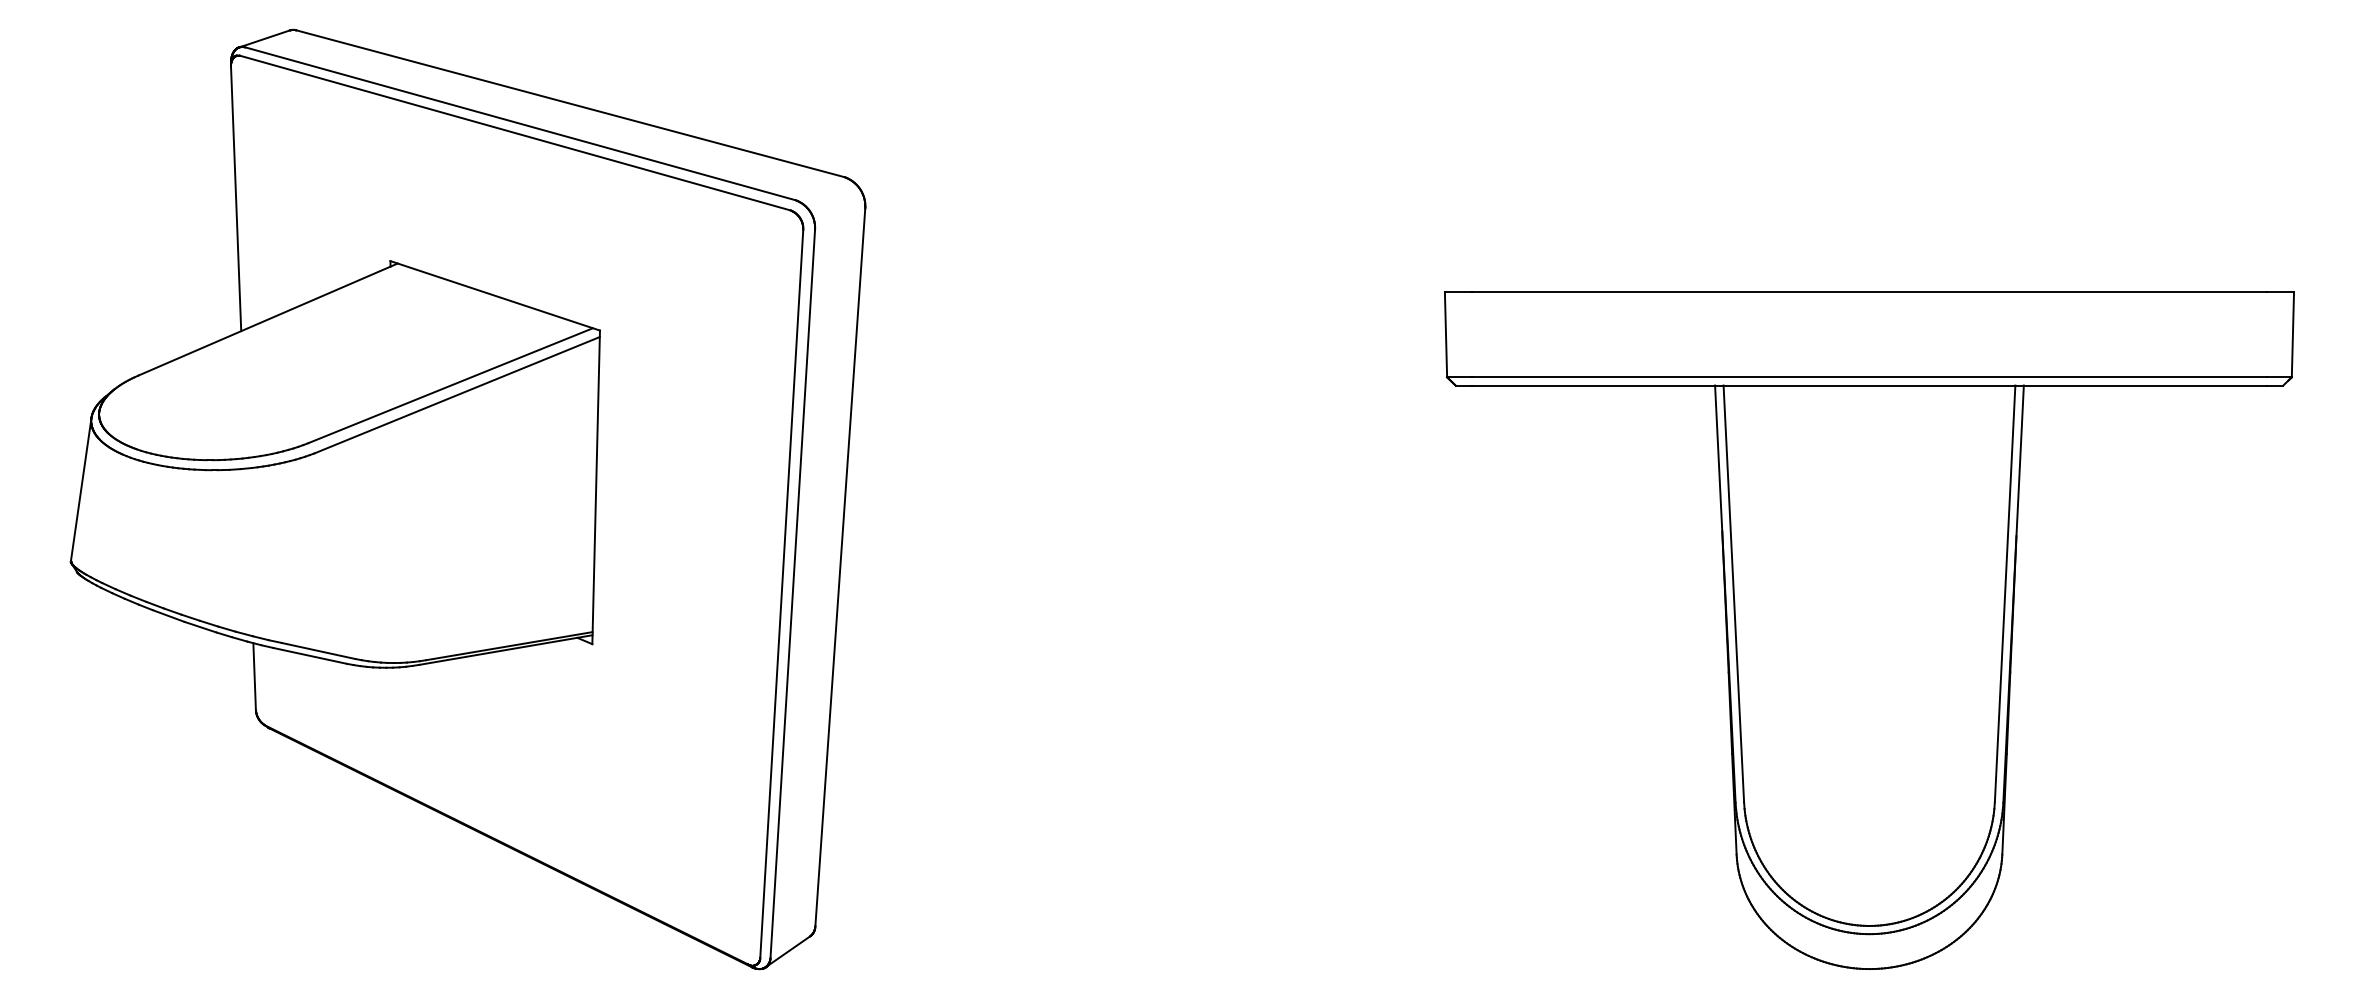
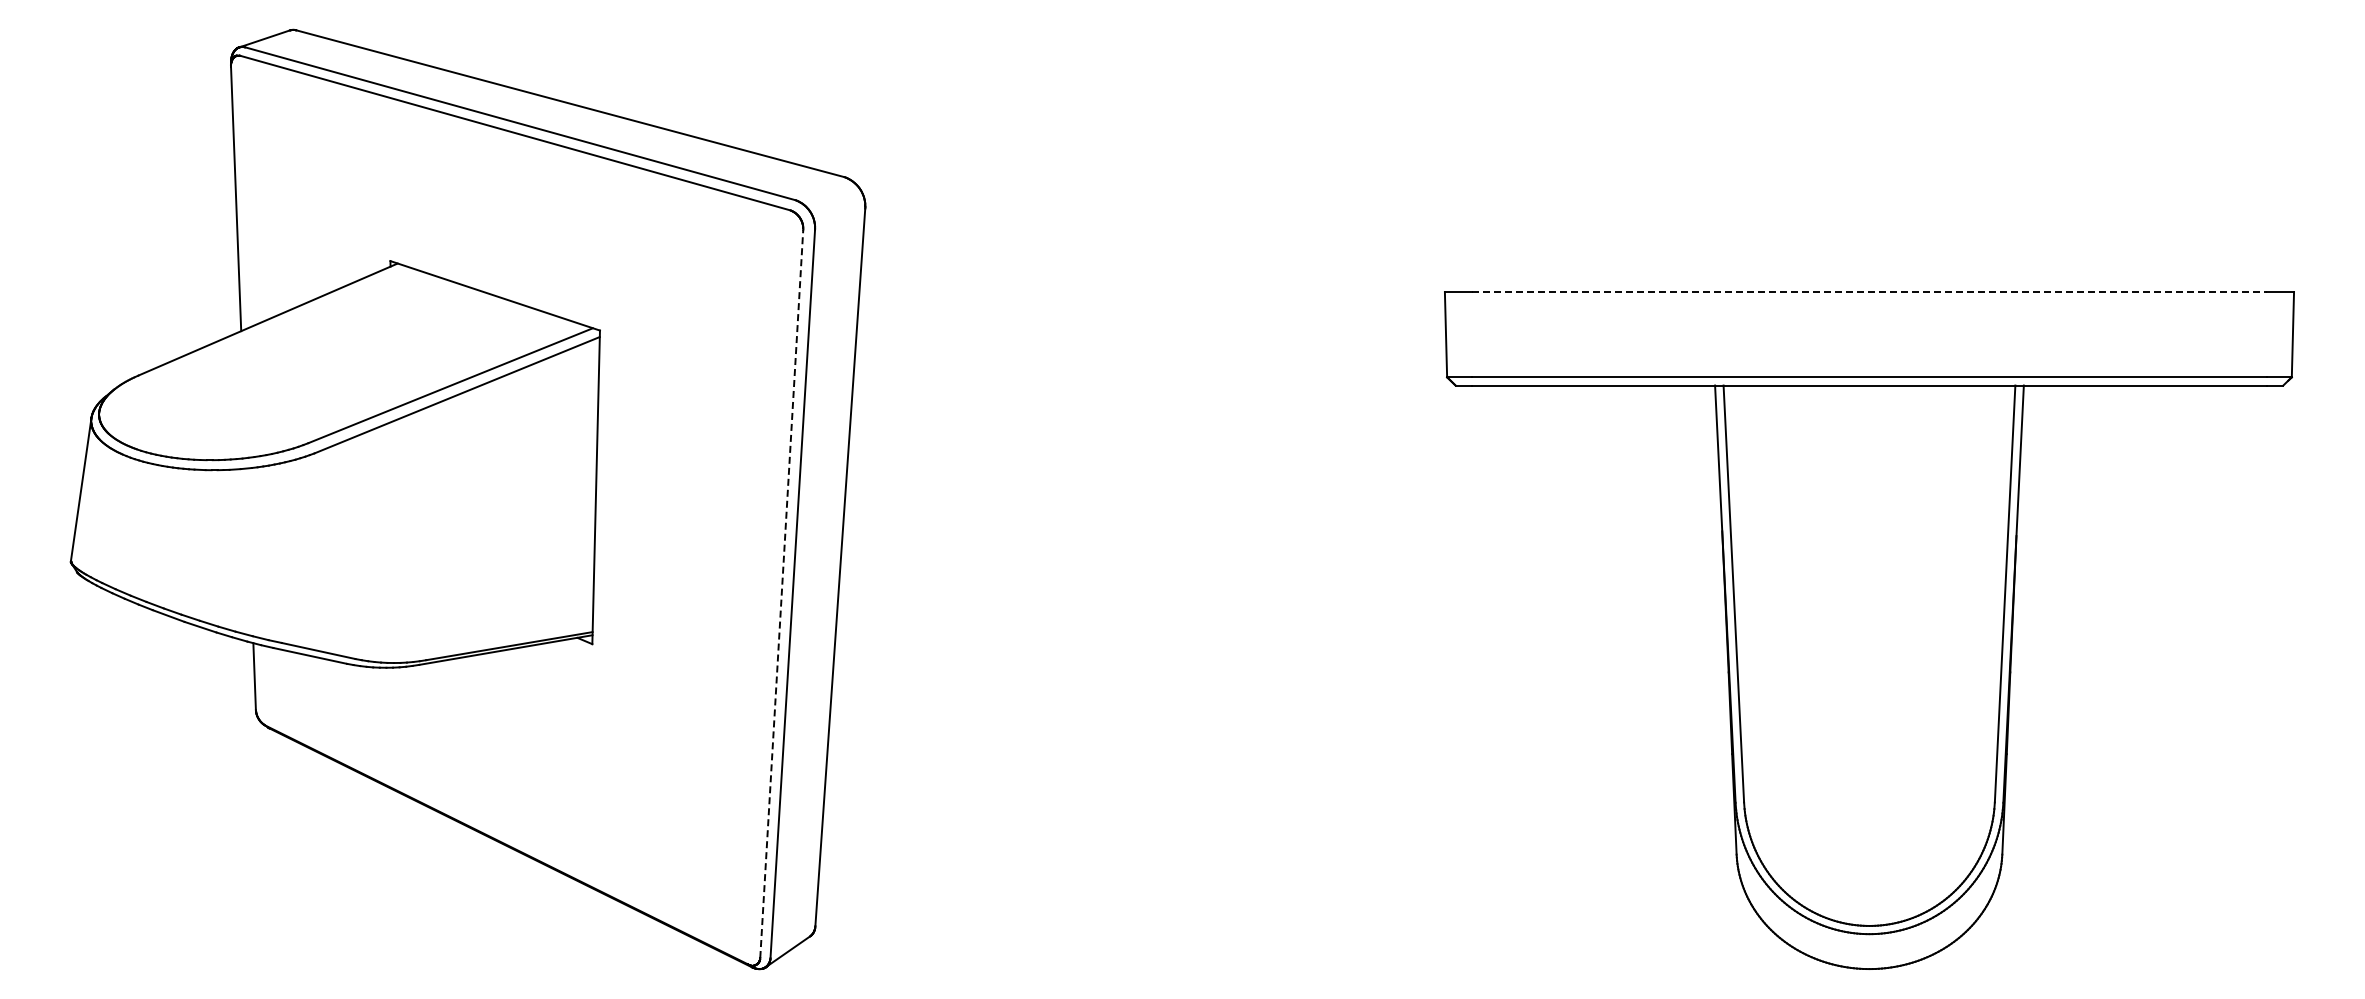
line at (1869, 292): solid -> dashed
line at (781, 594): solid -> dashed
